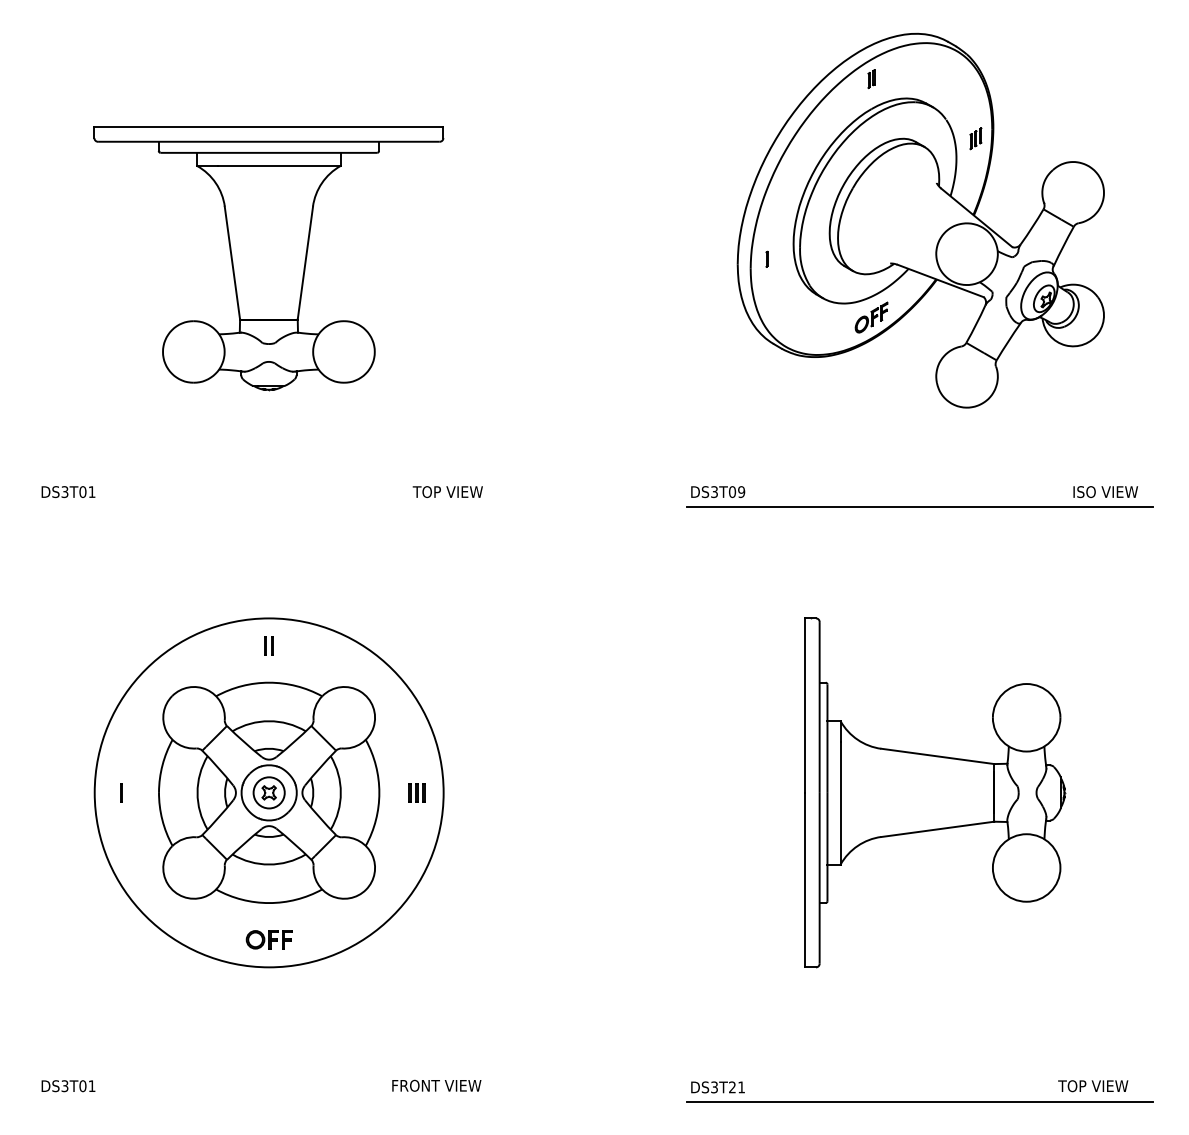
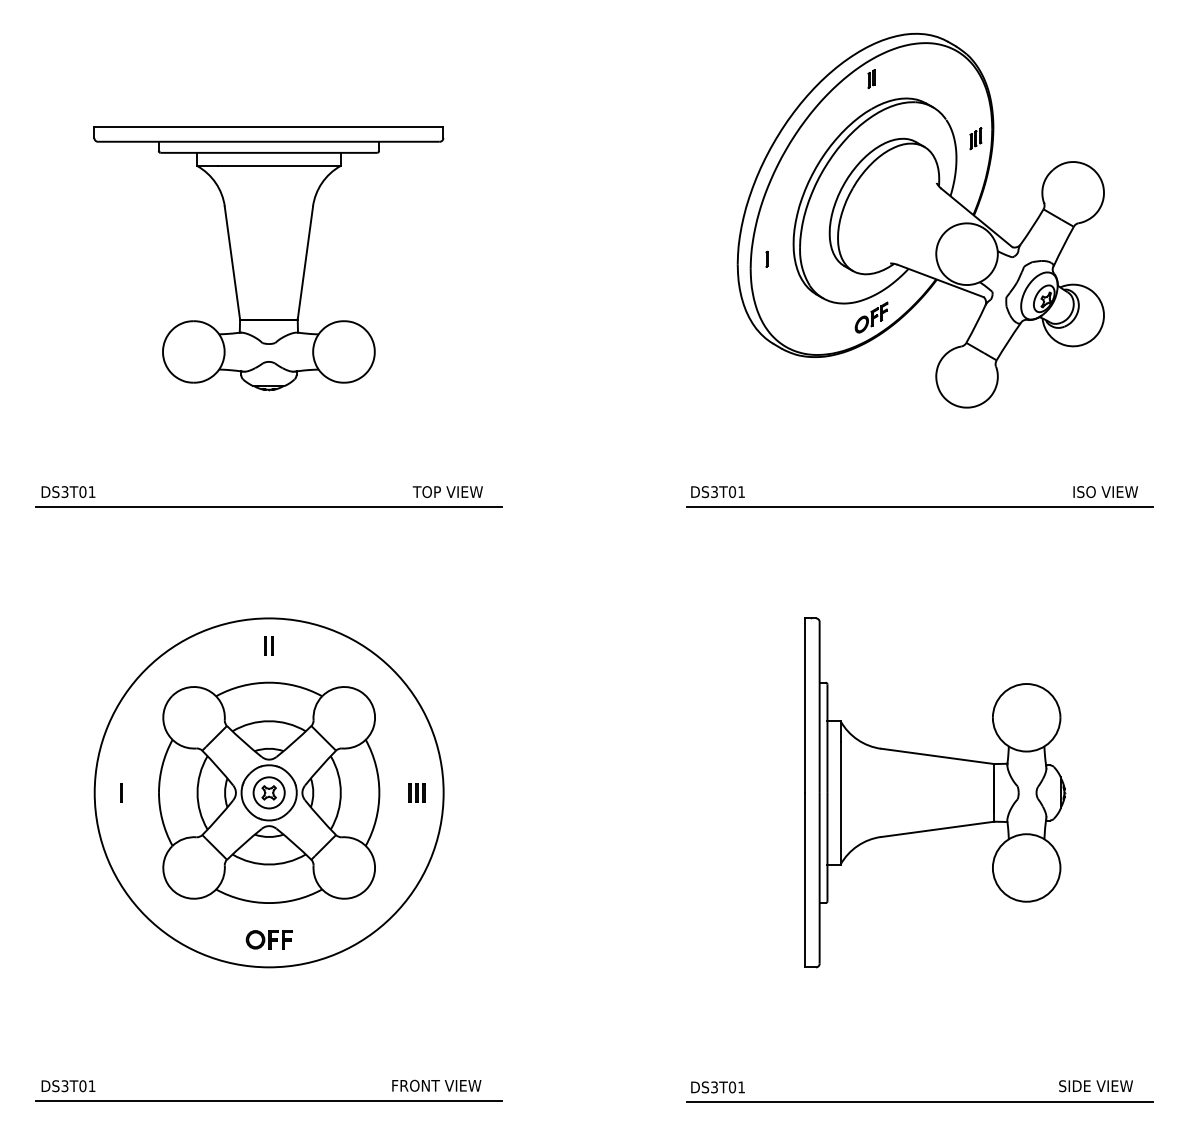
text at (741, 492): DS3T09 -> DS3T01
line at (268, 506): none -> present
text at (1095, 1086): TOP VIEW -> SIDE VIEW
text at (732, 1087): DS3T21 -> DS3T01
line at (268, 1101): none -> present
